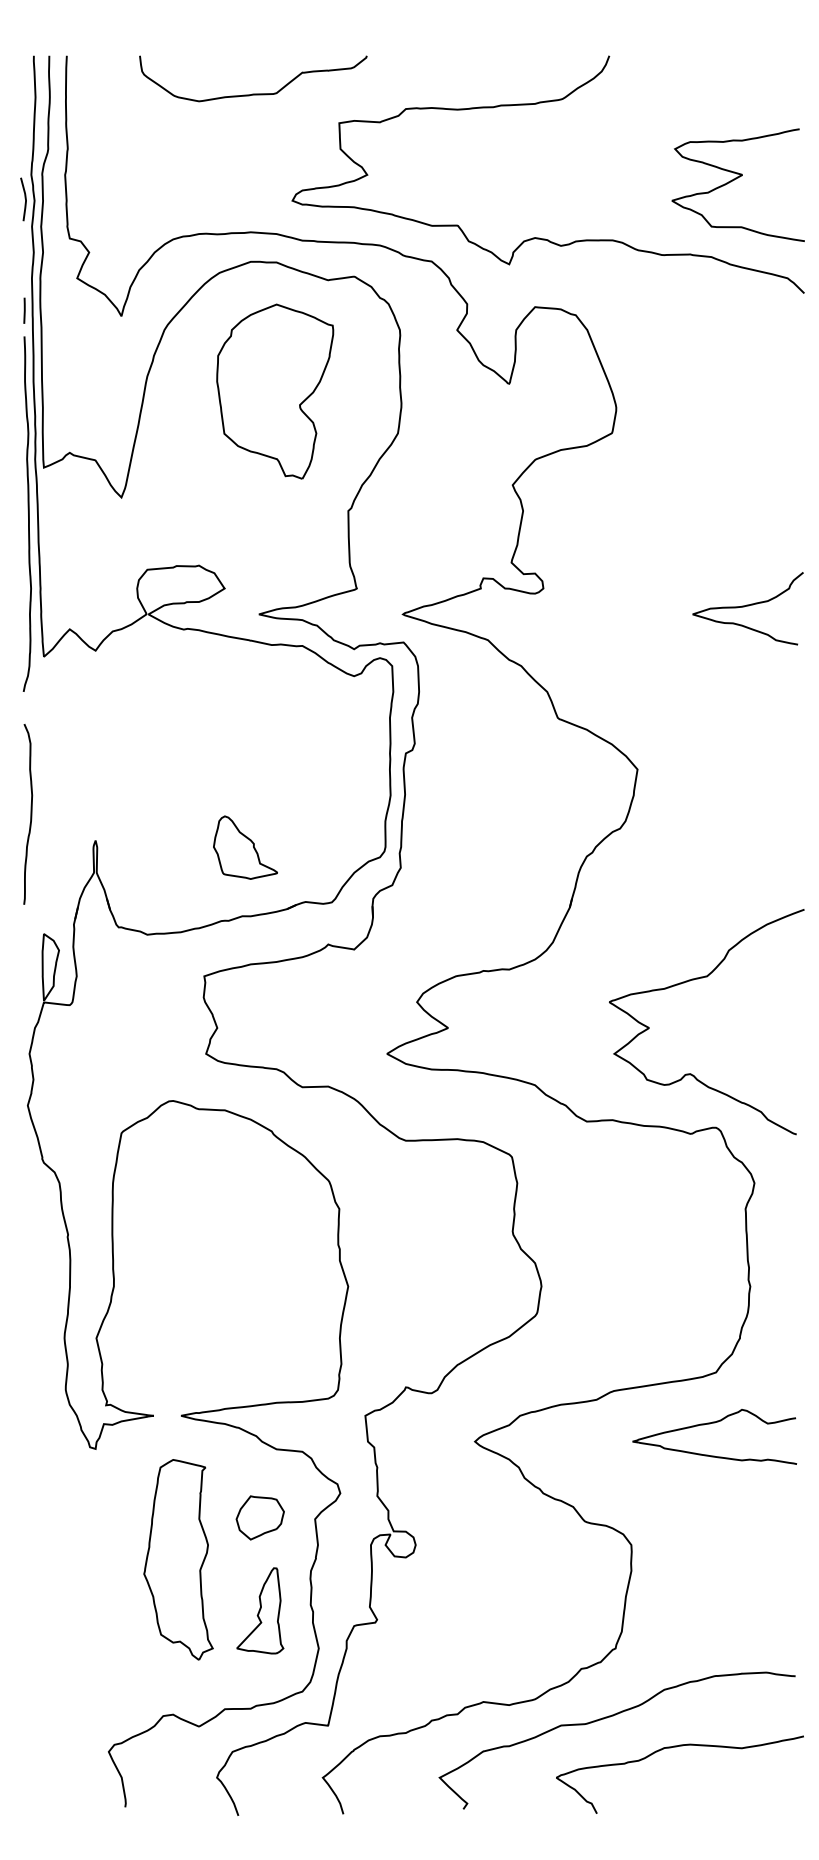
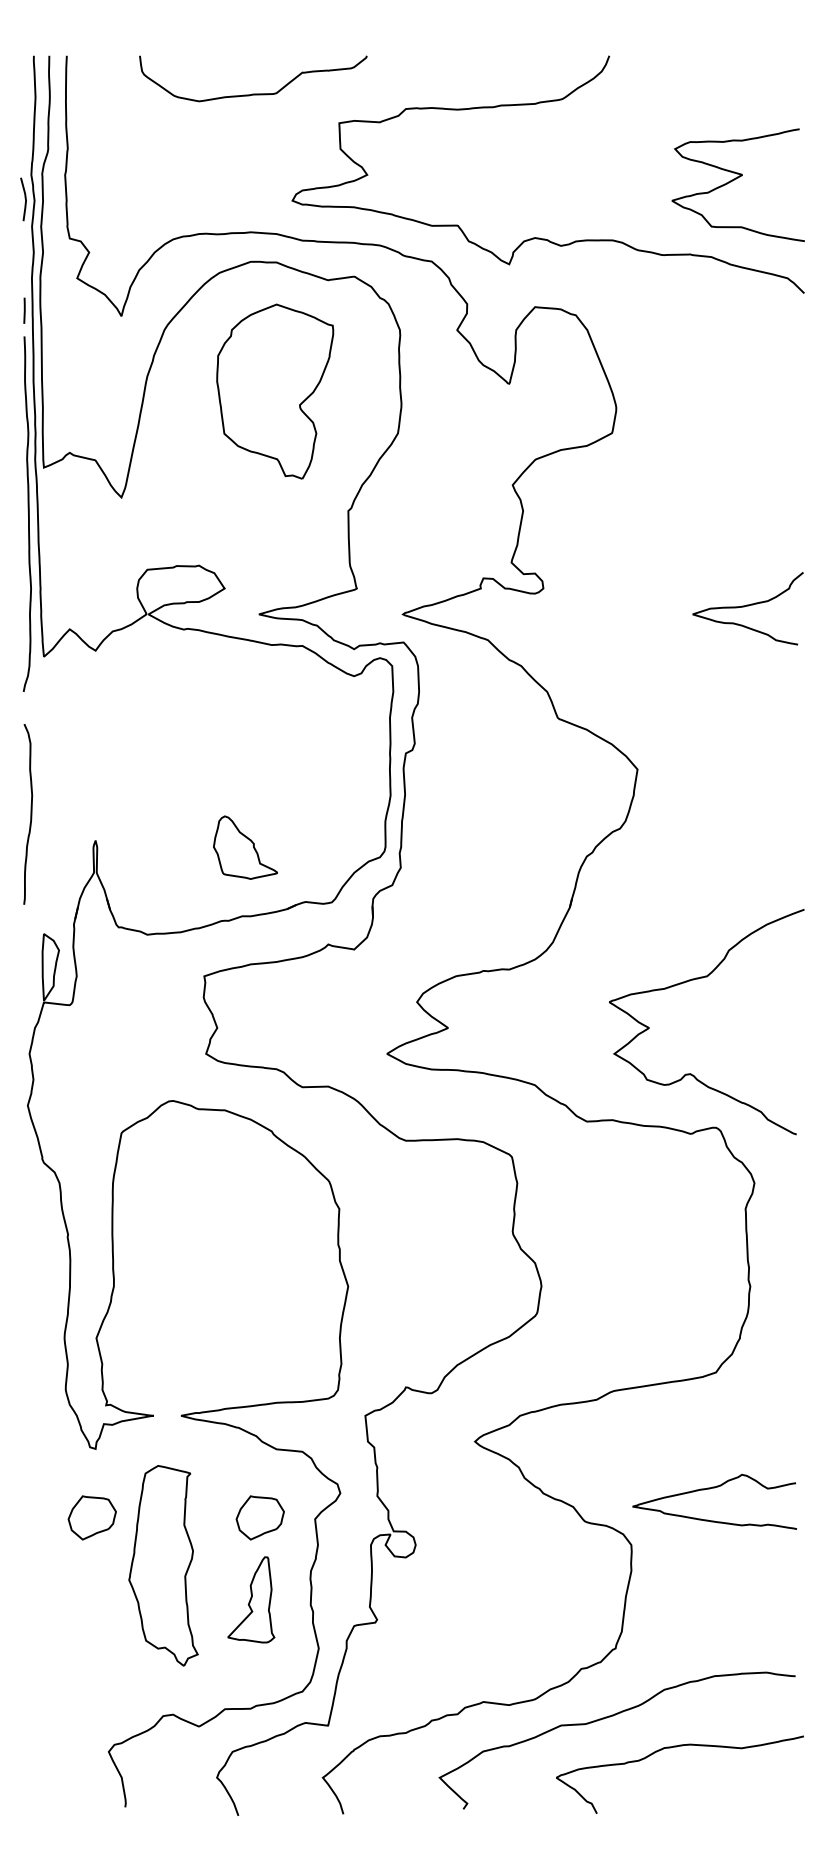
curve at (710, 1424) position: (710, 1424) -> (710, 1489)
part at (91, 1517): none -> present
part at (178, 1559) position: (178, 1559) -> (163, 1565)
part at (260, 1610) position: (260, 1610) -> (251, 1599)
